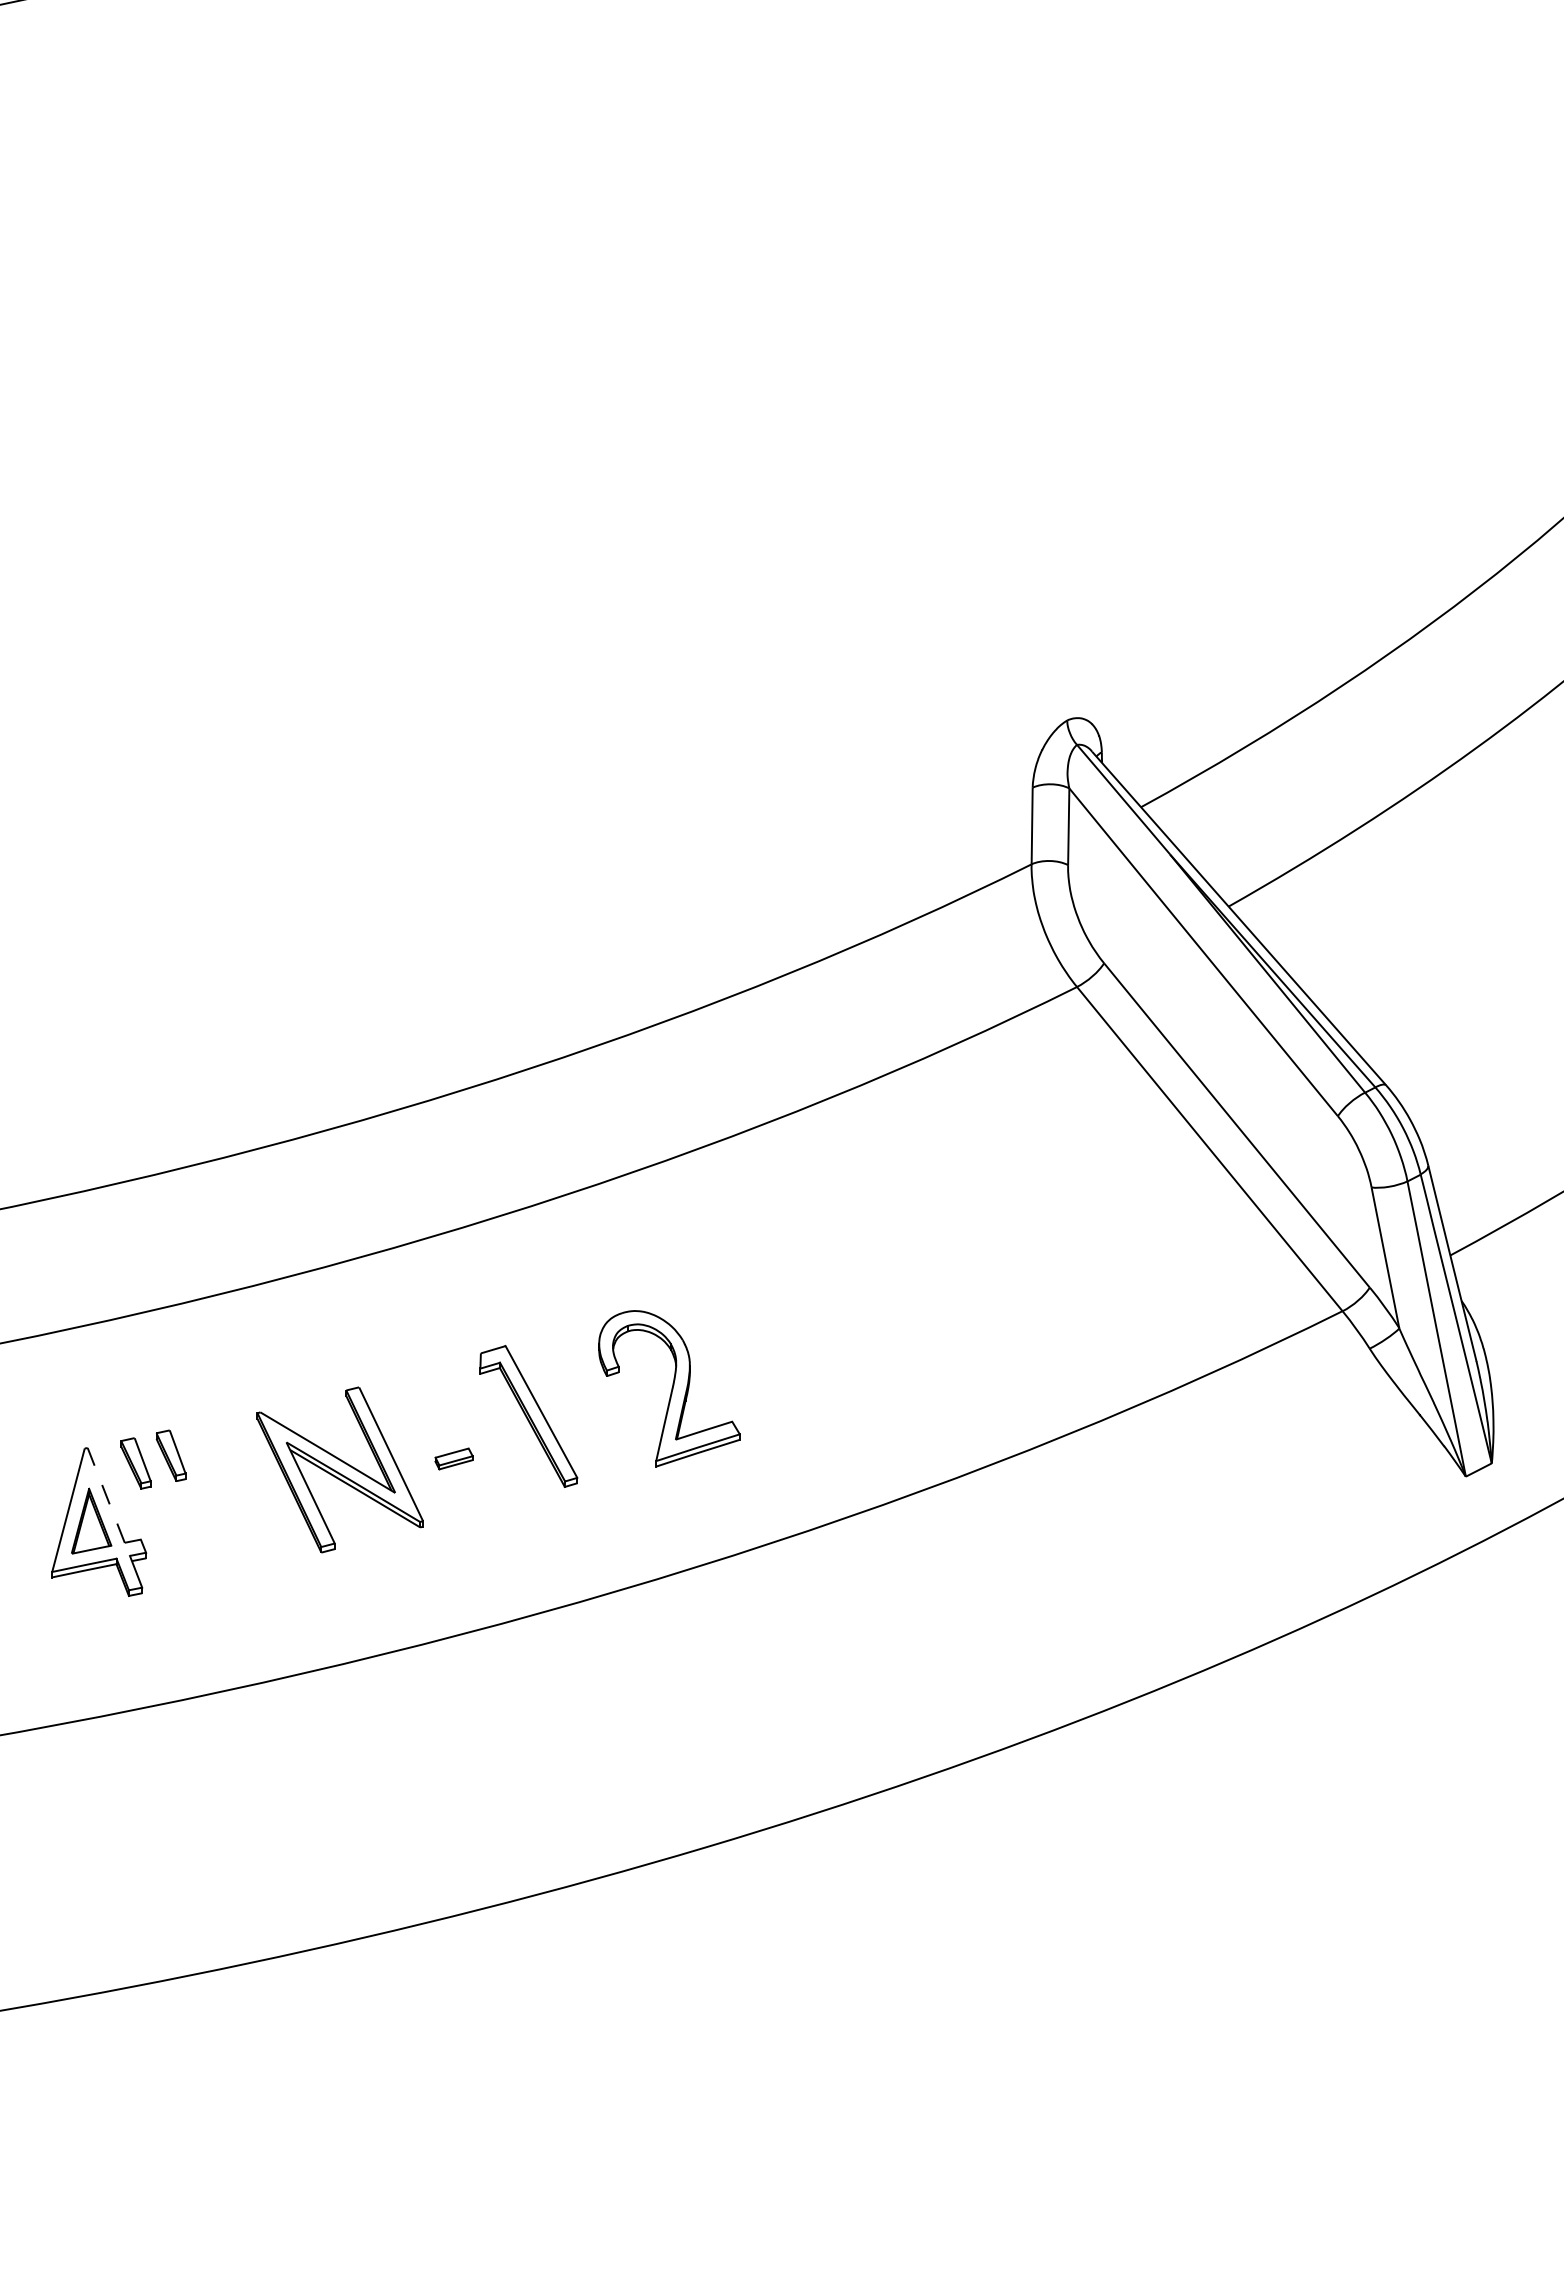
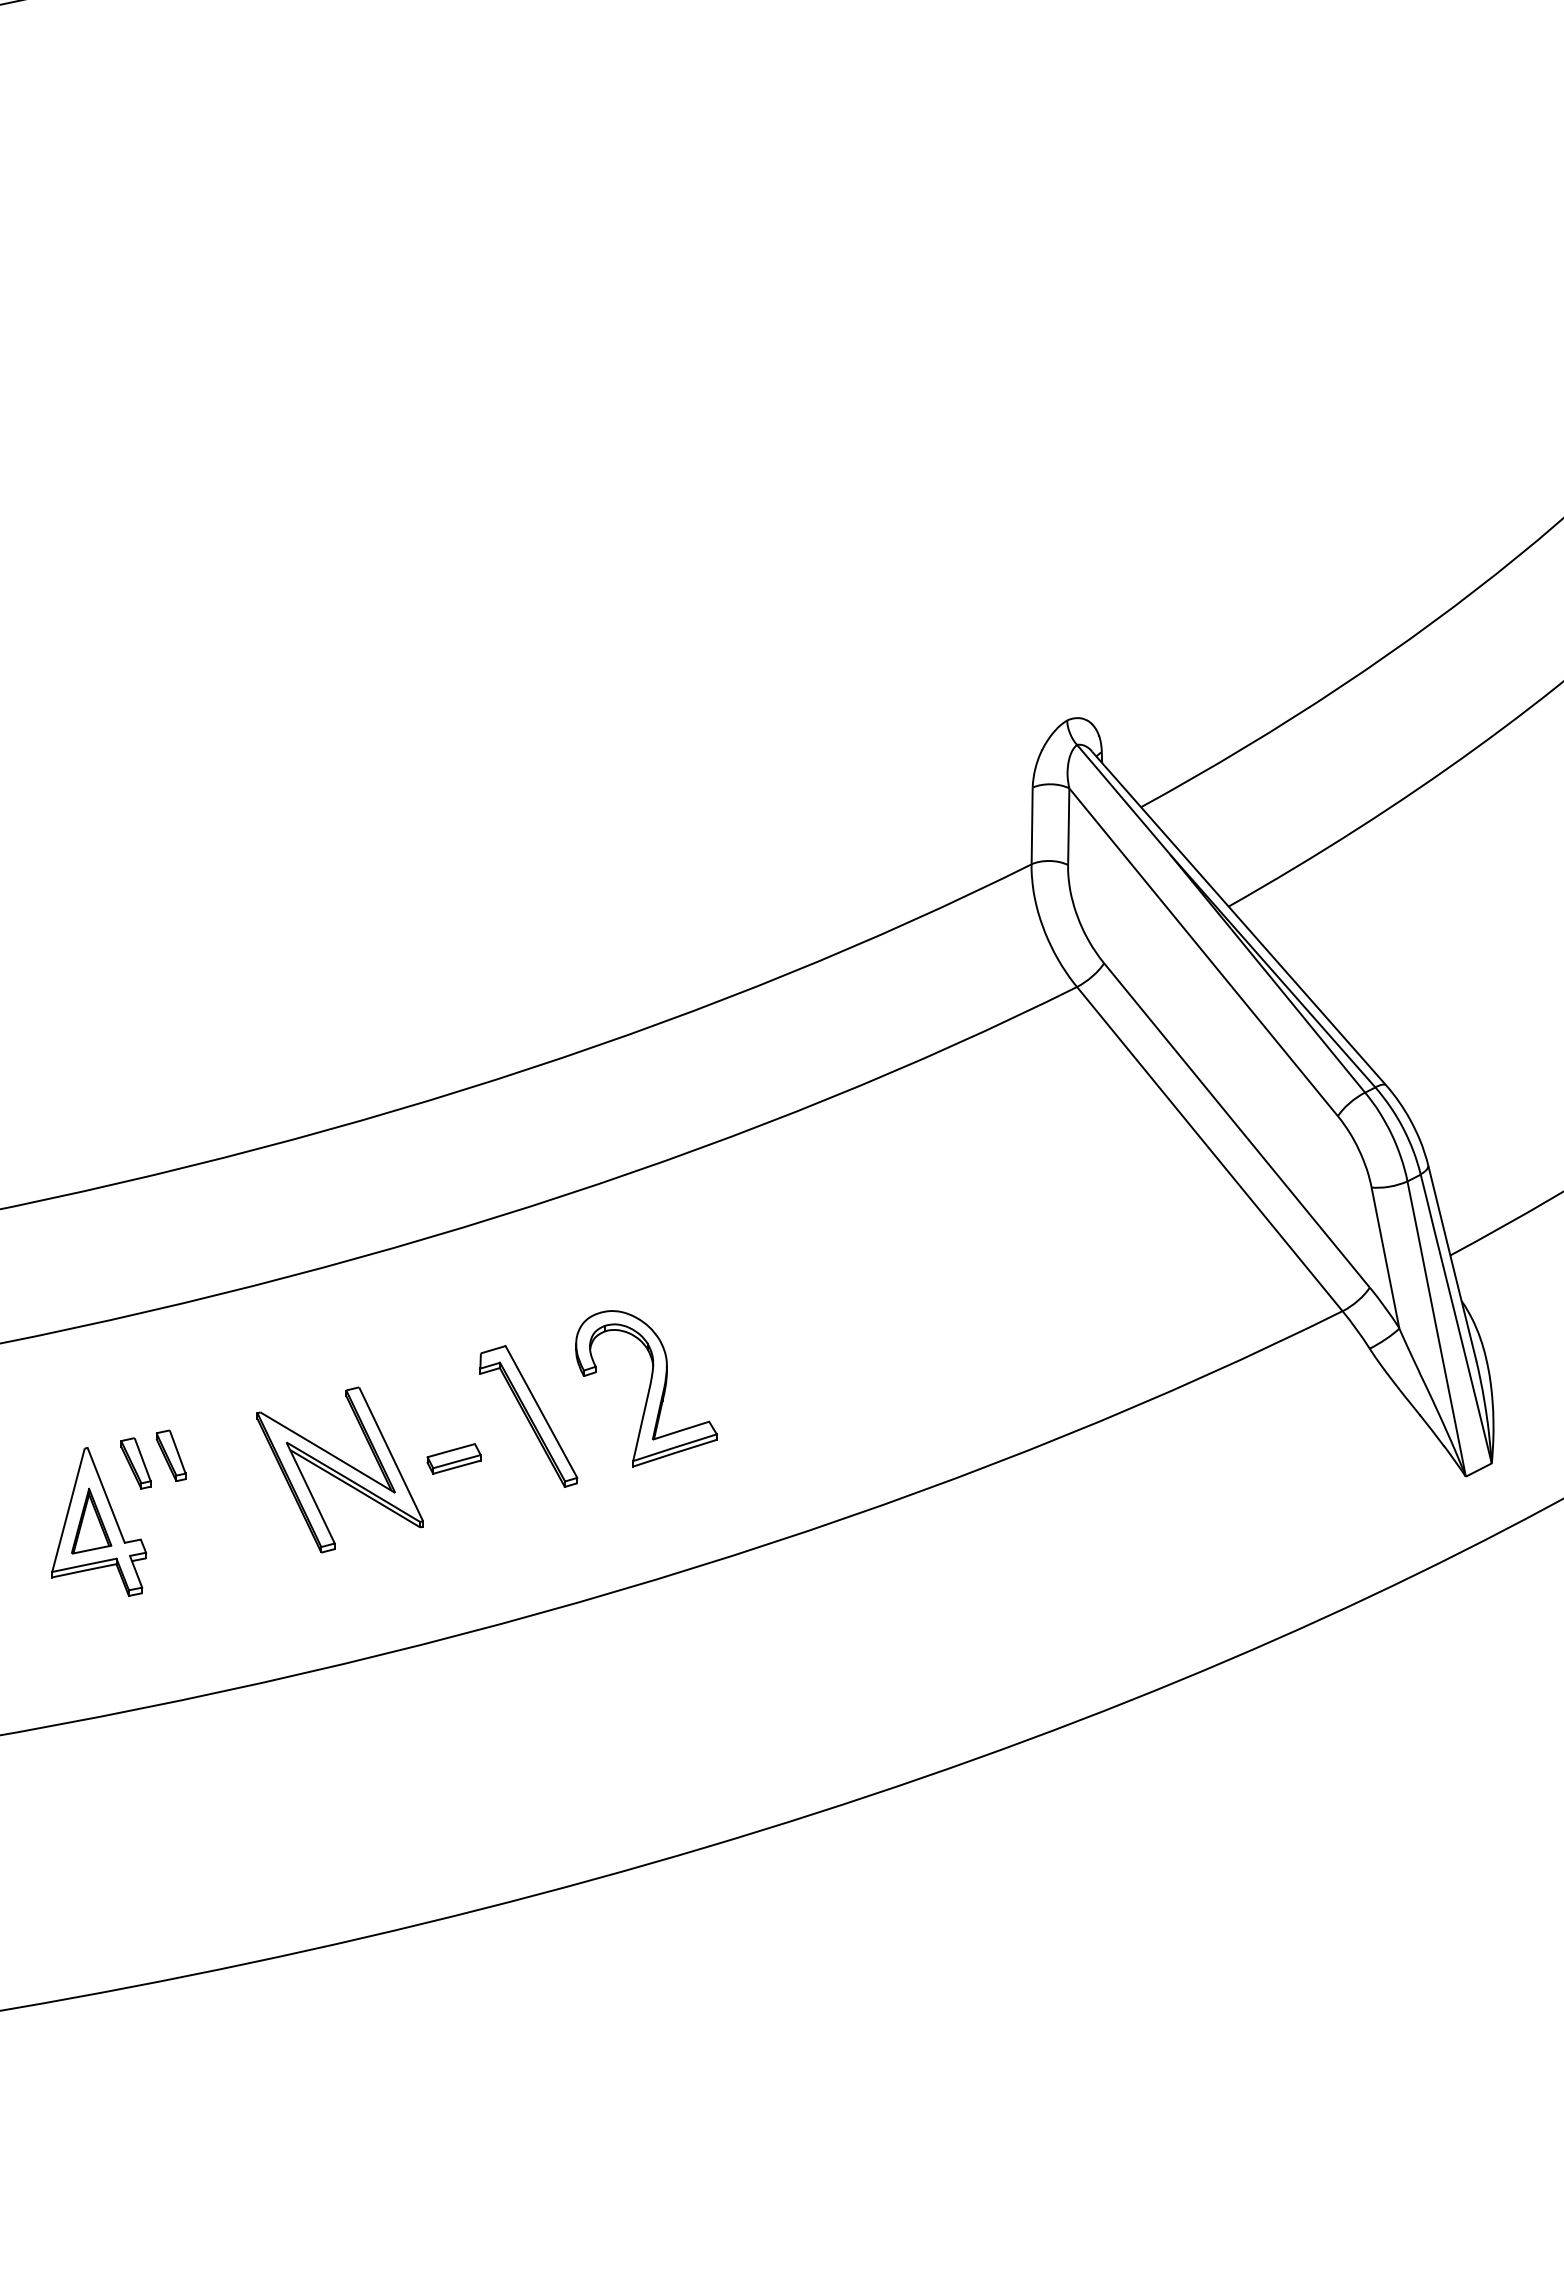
part at (669, 1388) position: (669, 1388) -> (646, 1388)
part at (453, 1458) size: 40x24 px -> 56x32 px
line at (106, 1495): dashed -> solid
